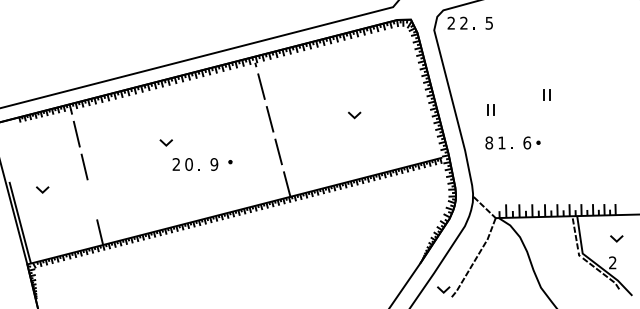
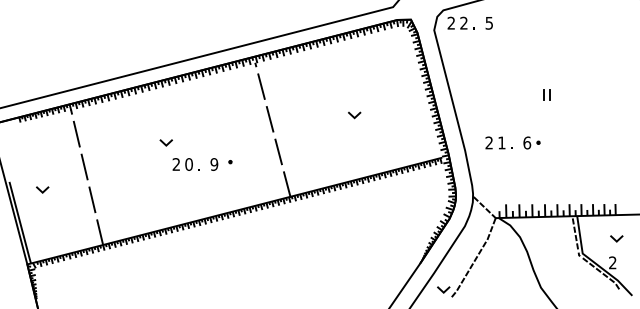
part at (490, 109): present -> none
text at (489, 142): 8 -> 2
line at (92, 199): none -> present
